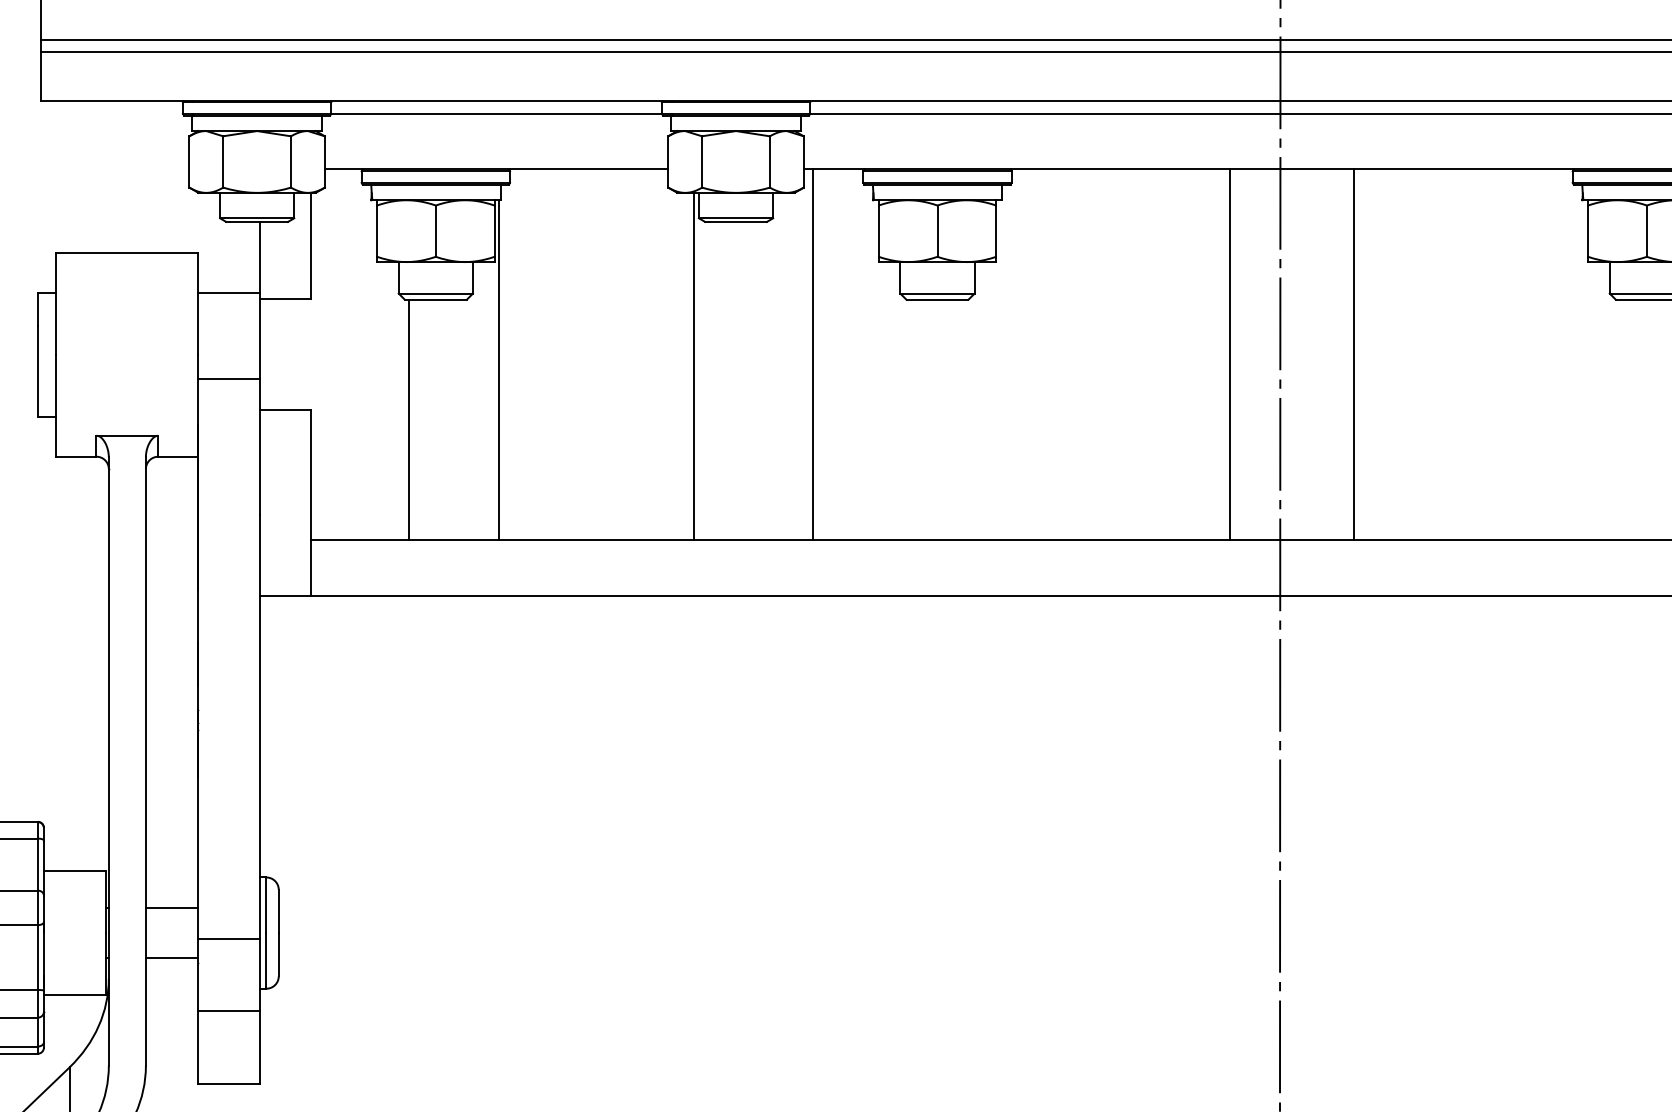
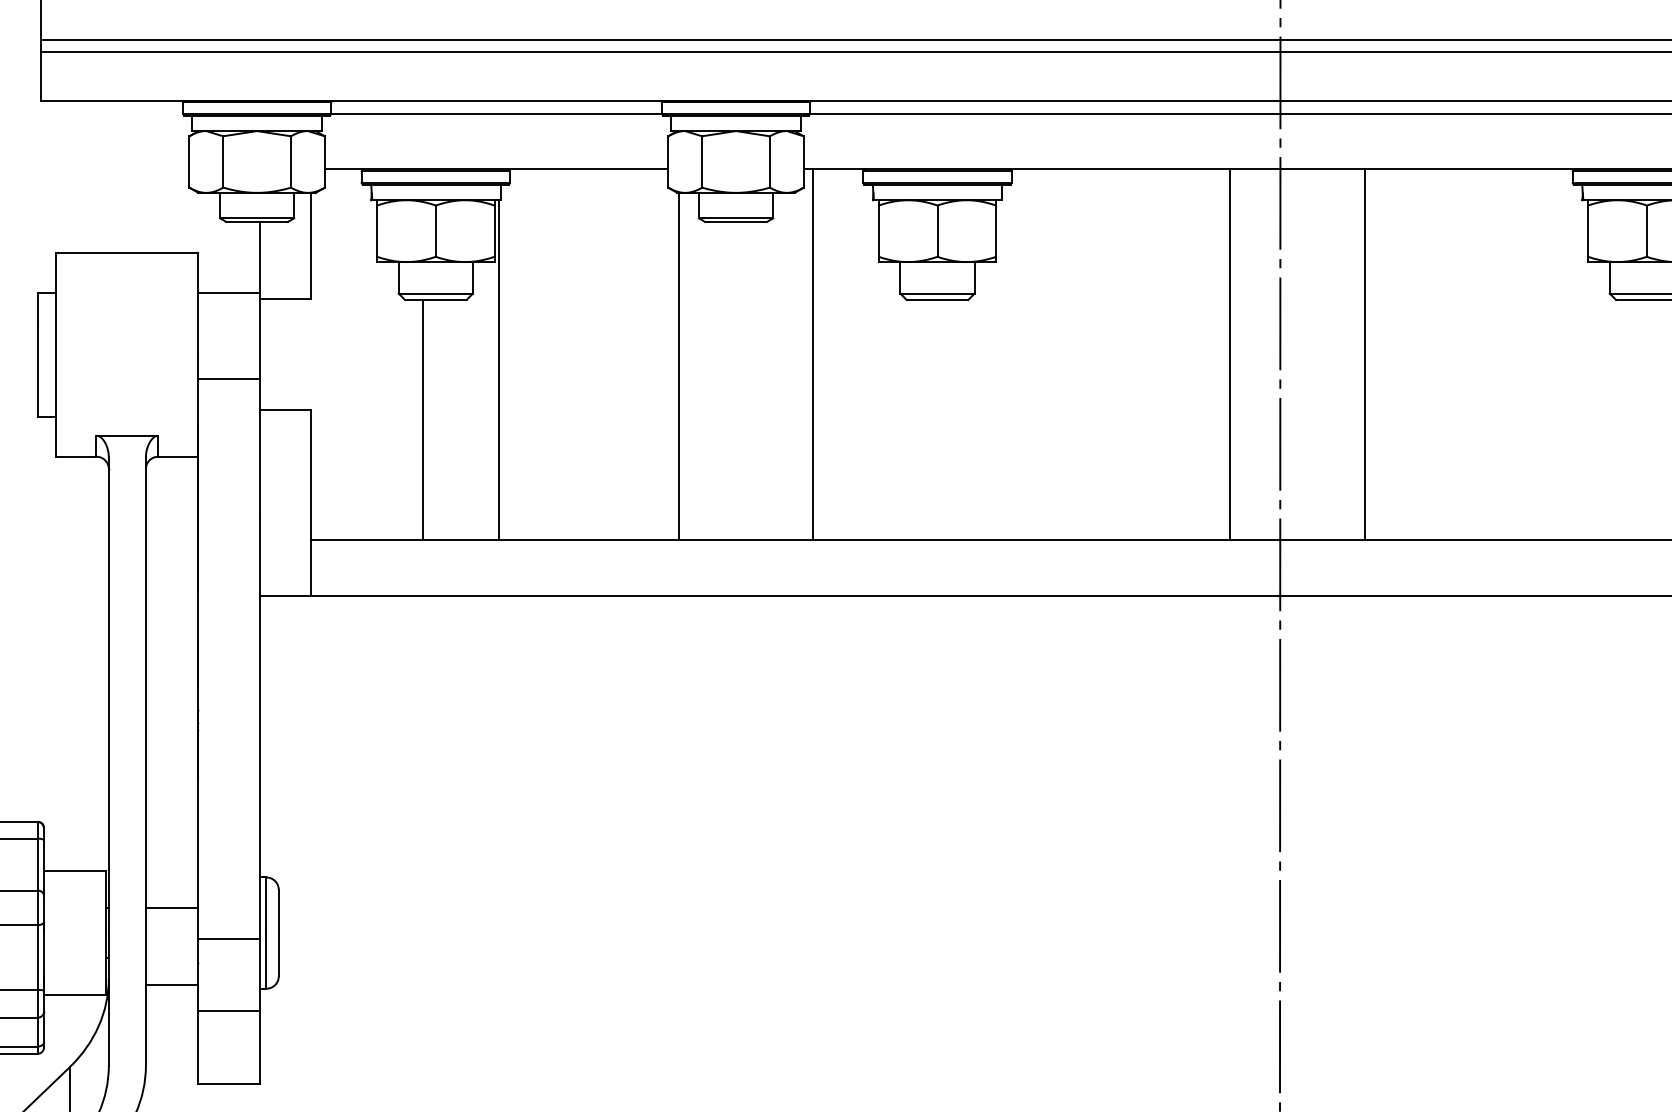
line at (1353, 354) position: (1353, 354) -> (1364, 354)
line at (694, 366) position: (694, 366) -> (679, 366)
line at (409, 419) position: (409, 419) -> (423, 419)
line at (171, 957) position: (171, 957) -> (171, 984)
